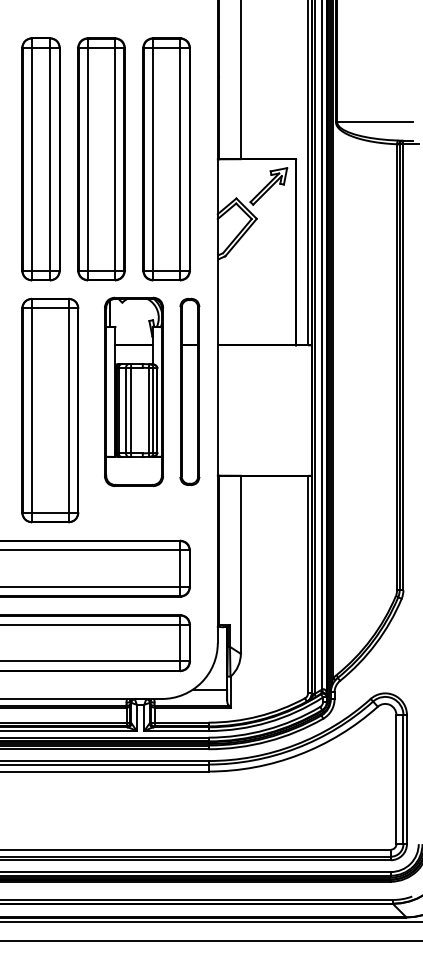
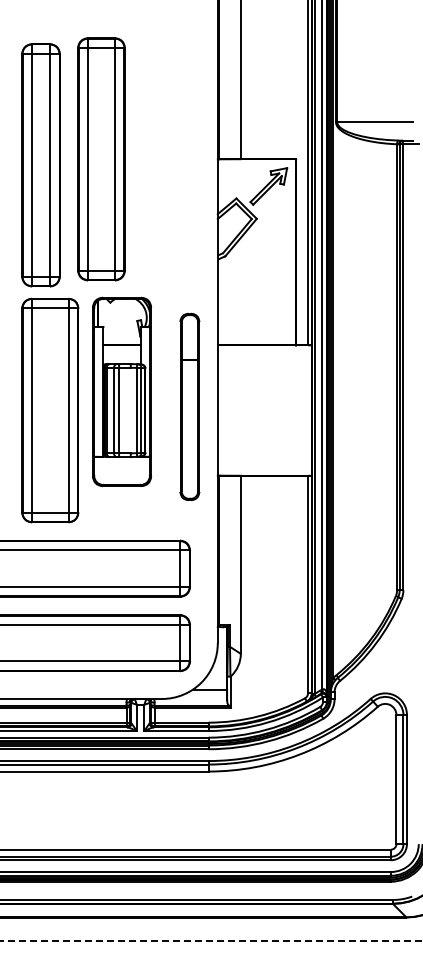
part at (40, 159) position: (40, 159) -> (40, 165)
part at (166, 159): present -> none
part at (134, 391) position: (134, 391) -> (122, 391)
part at (189, 391) position: (189, 391) -> (189, 406)
line at (210, 922): present -> none
line at (211, 940): solid -> dashed
